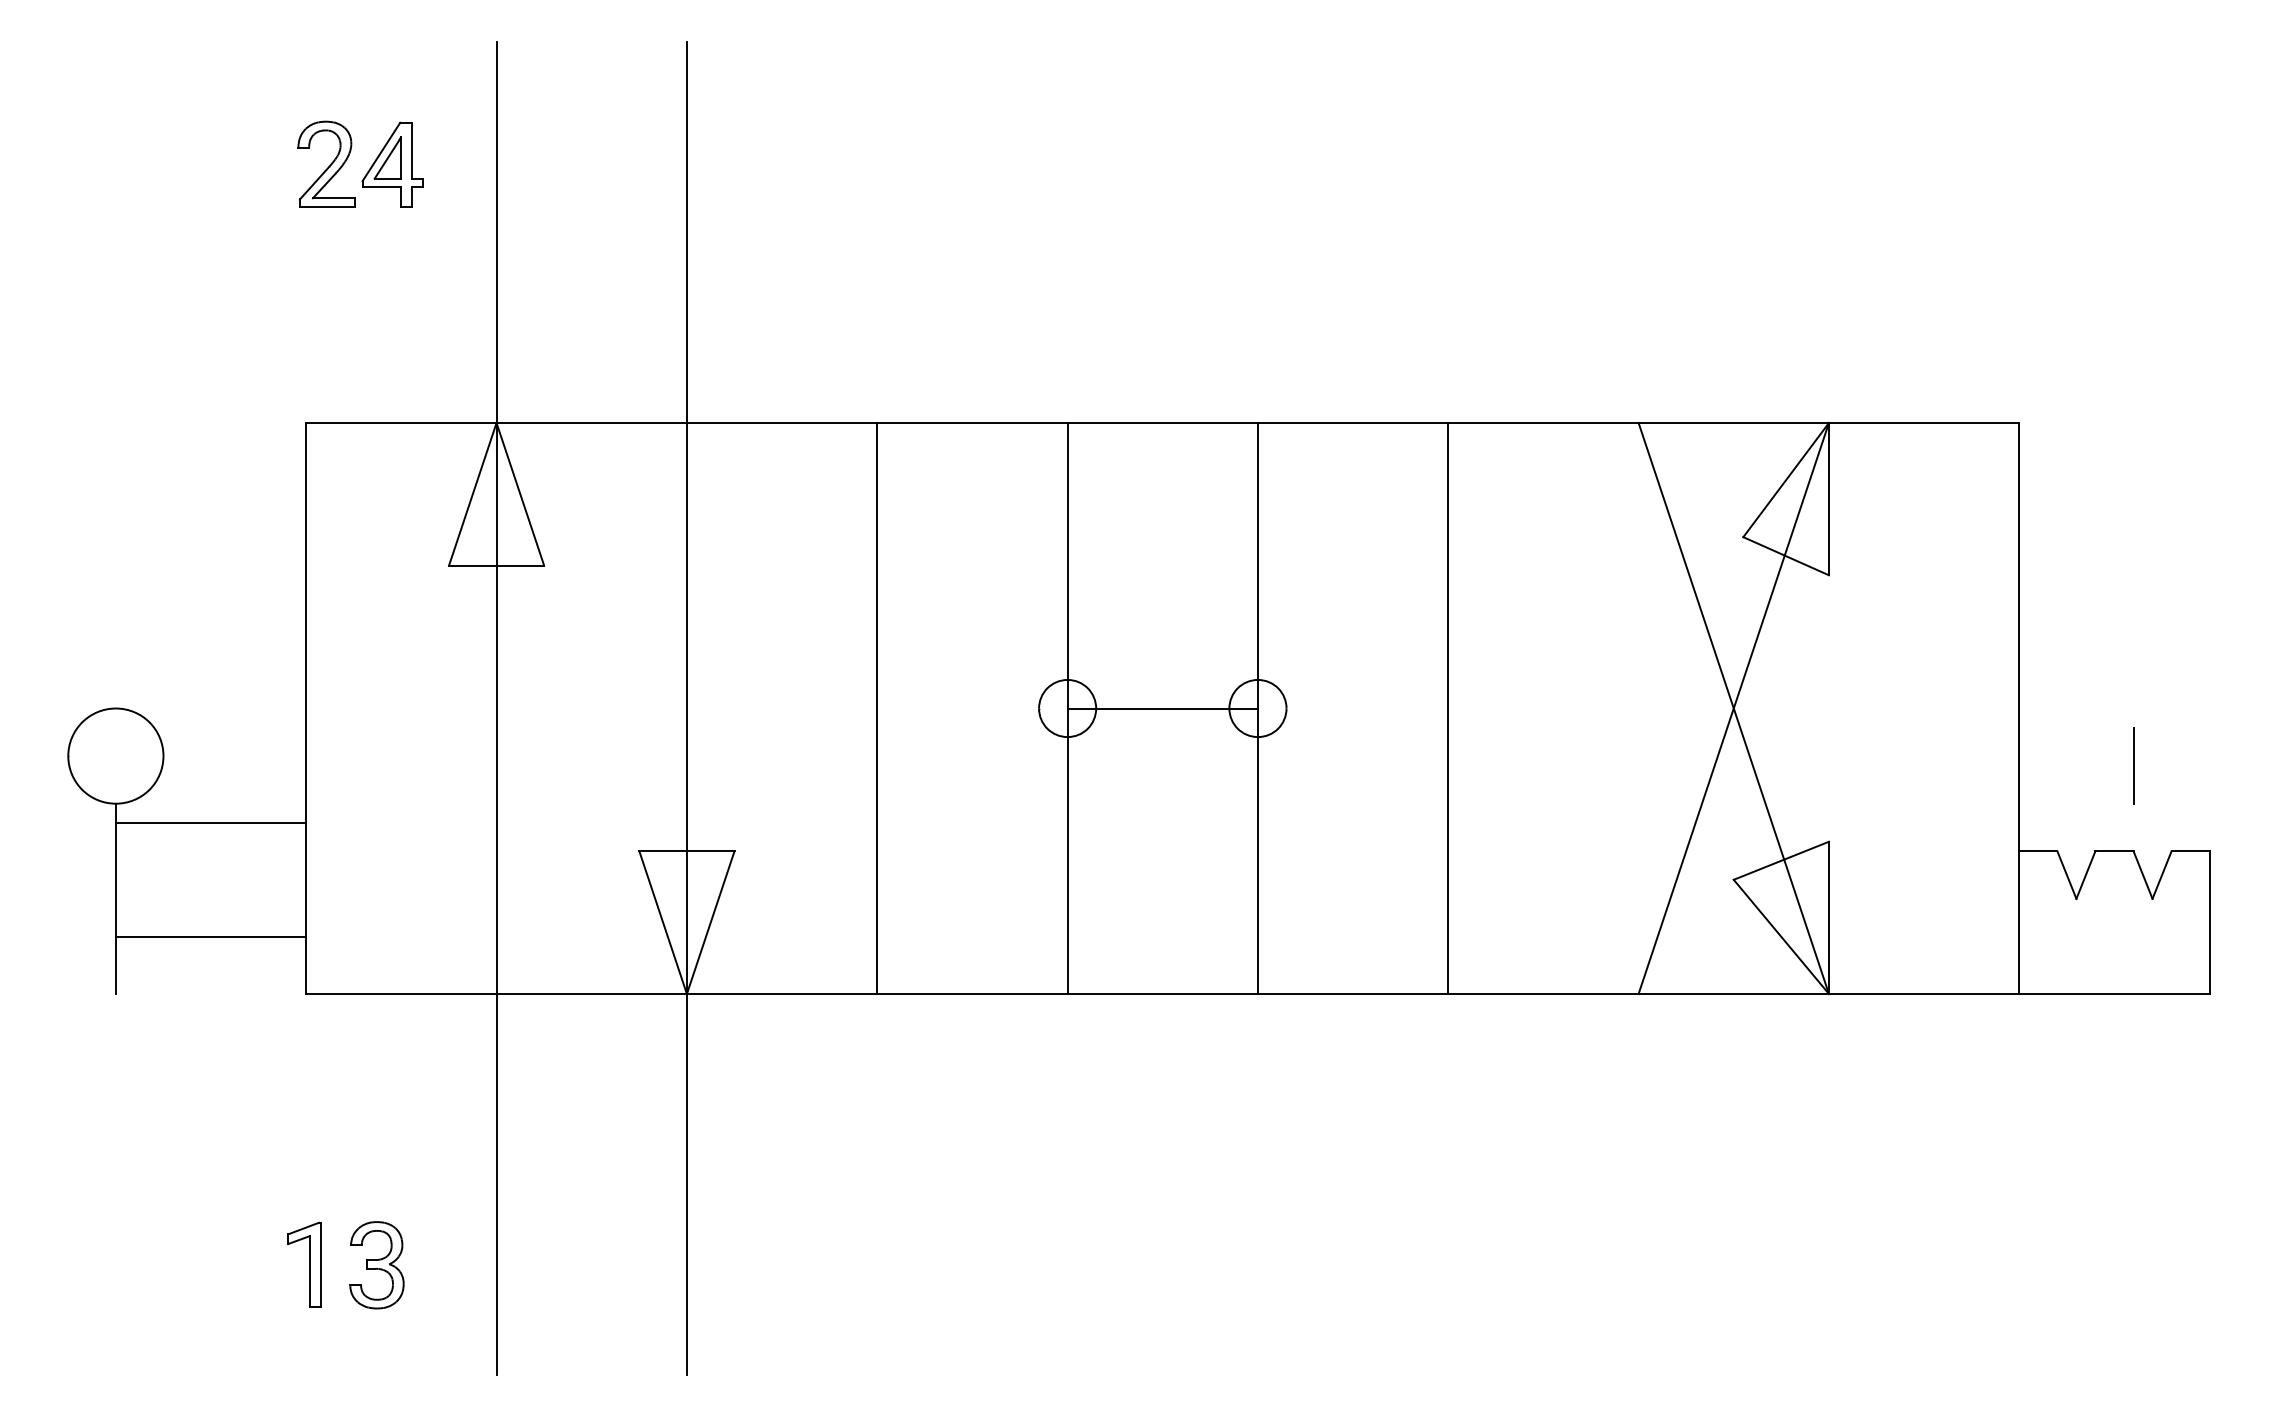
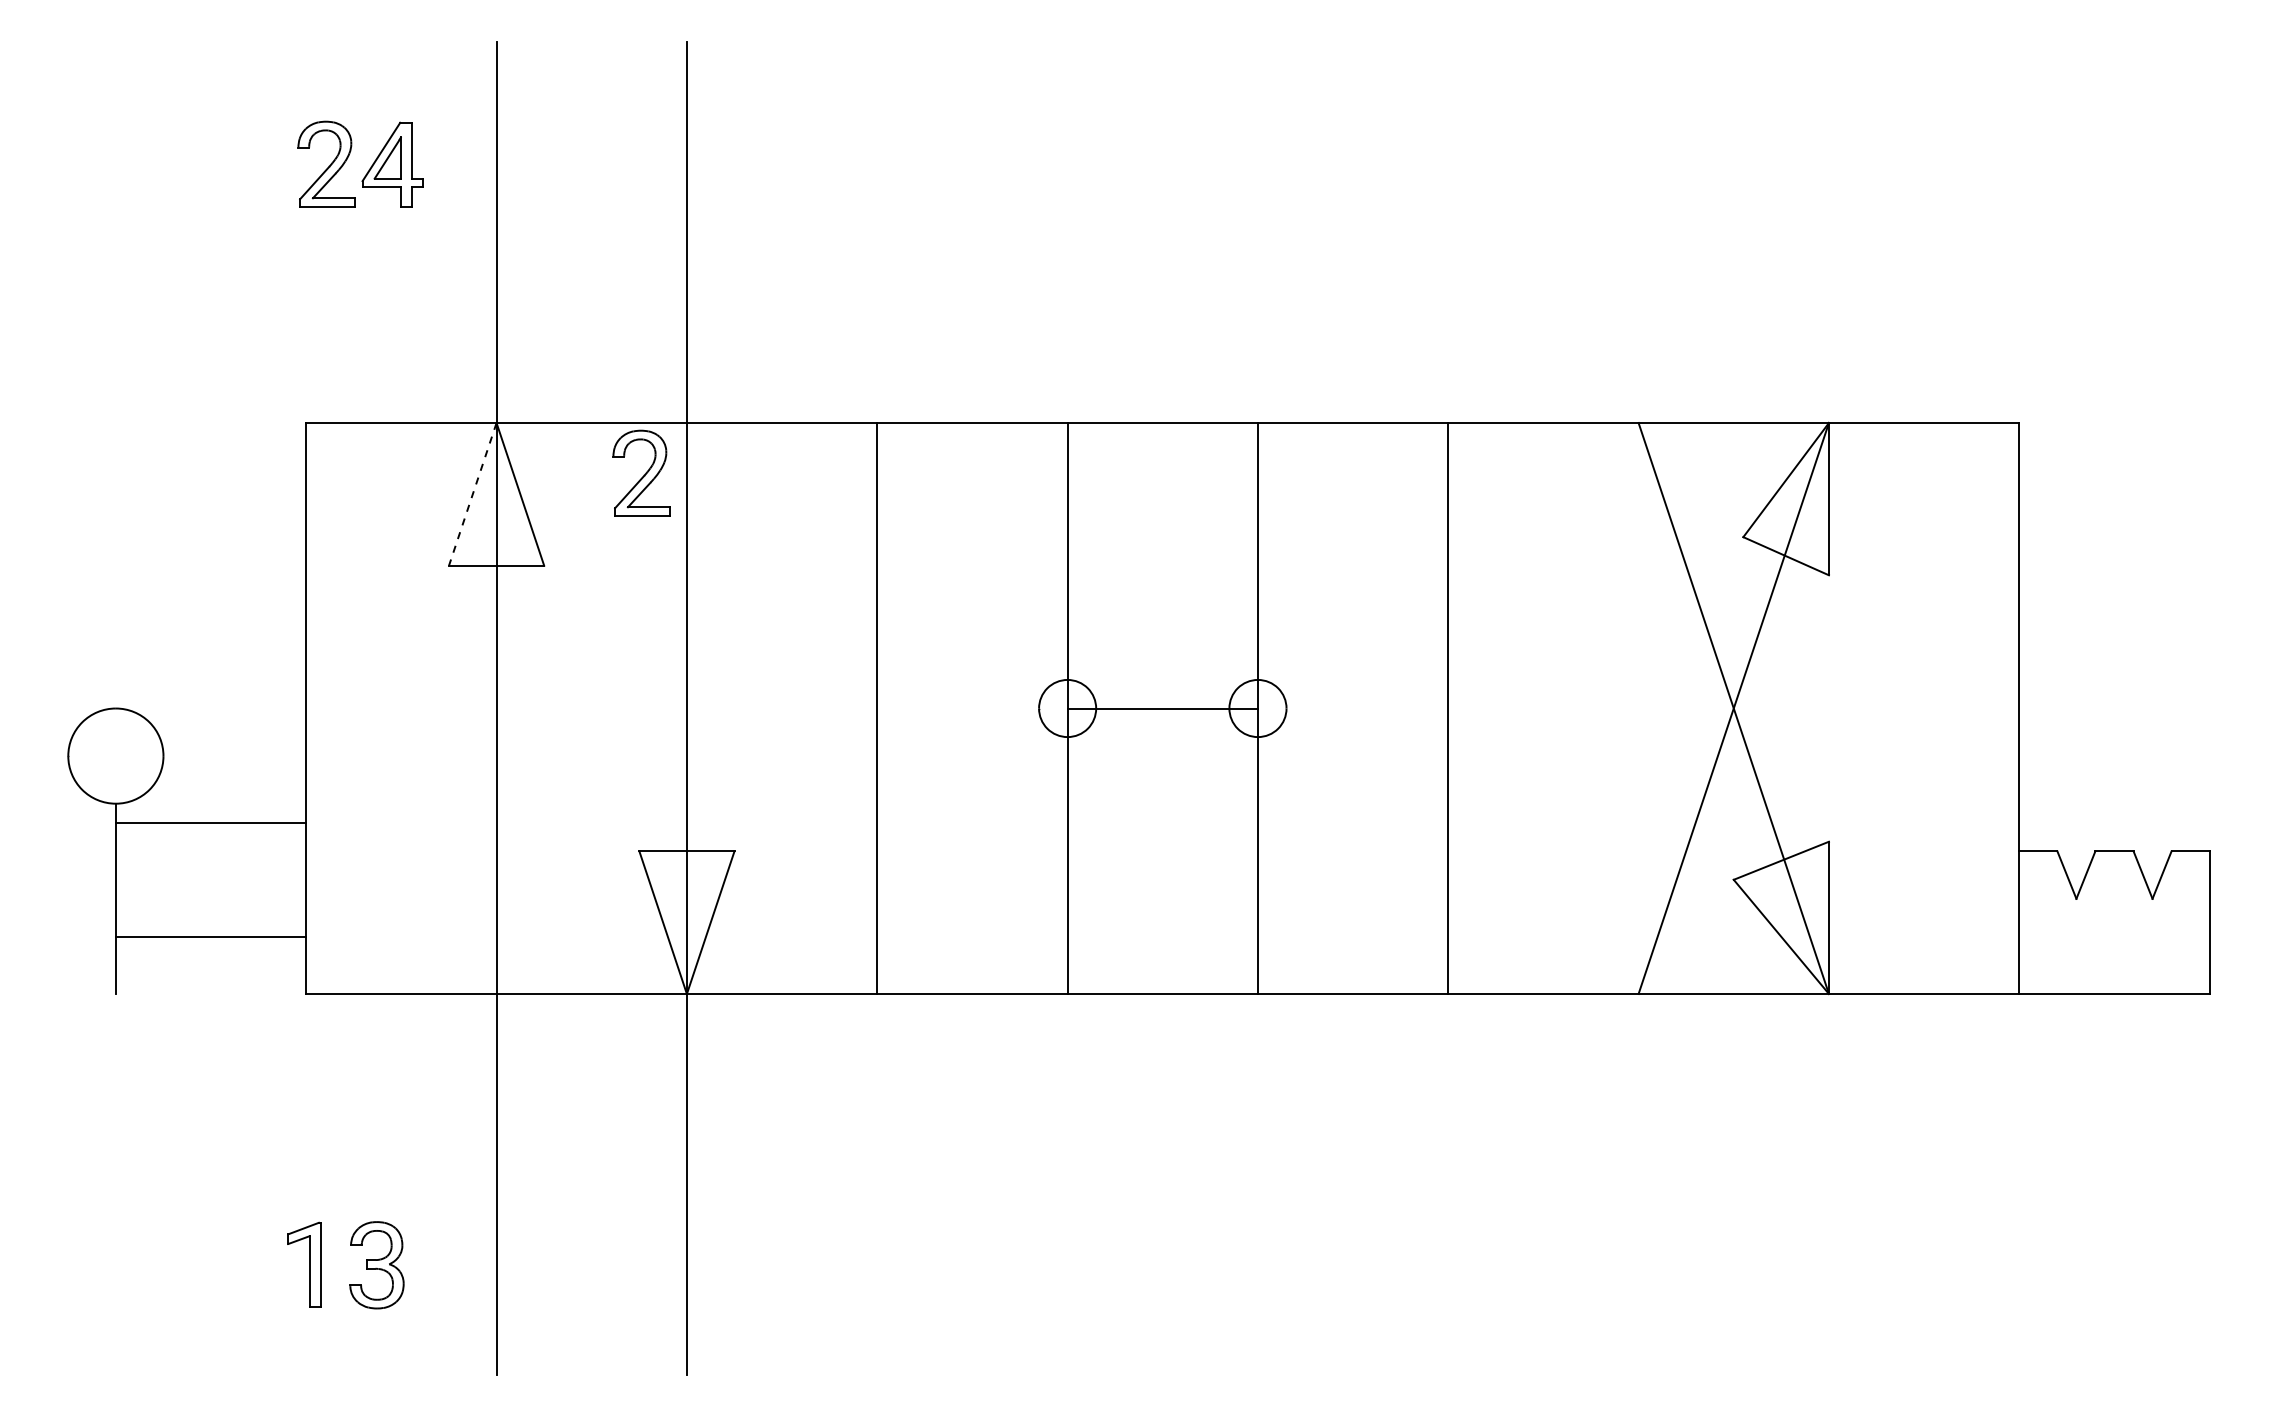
part at (641, 472): none -> present
line at (472, 494): solid -> dashed
line at (2133, 765): present -> none
